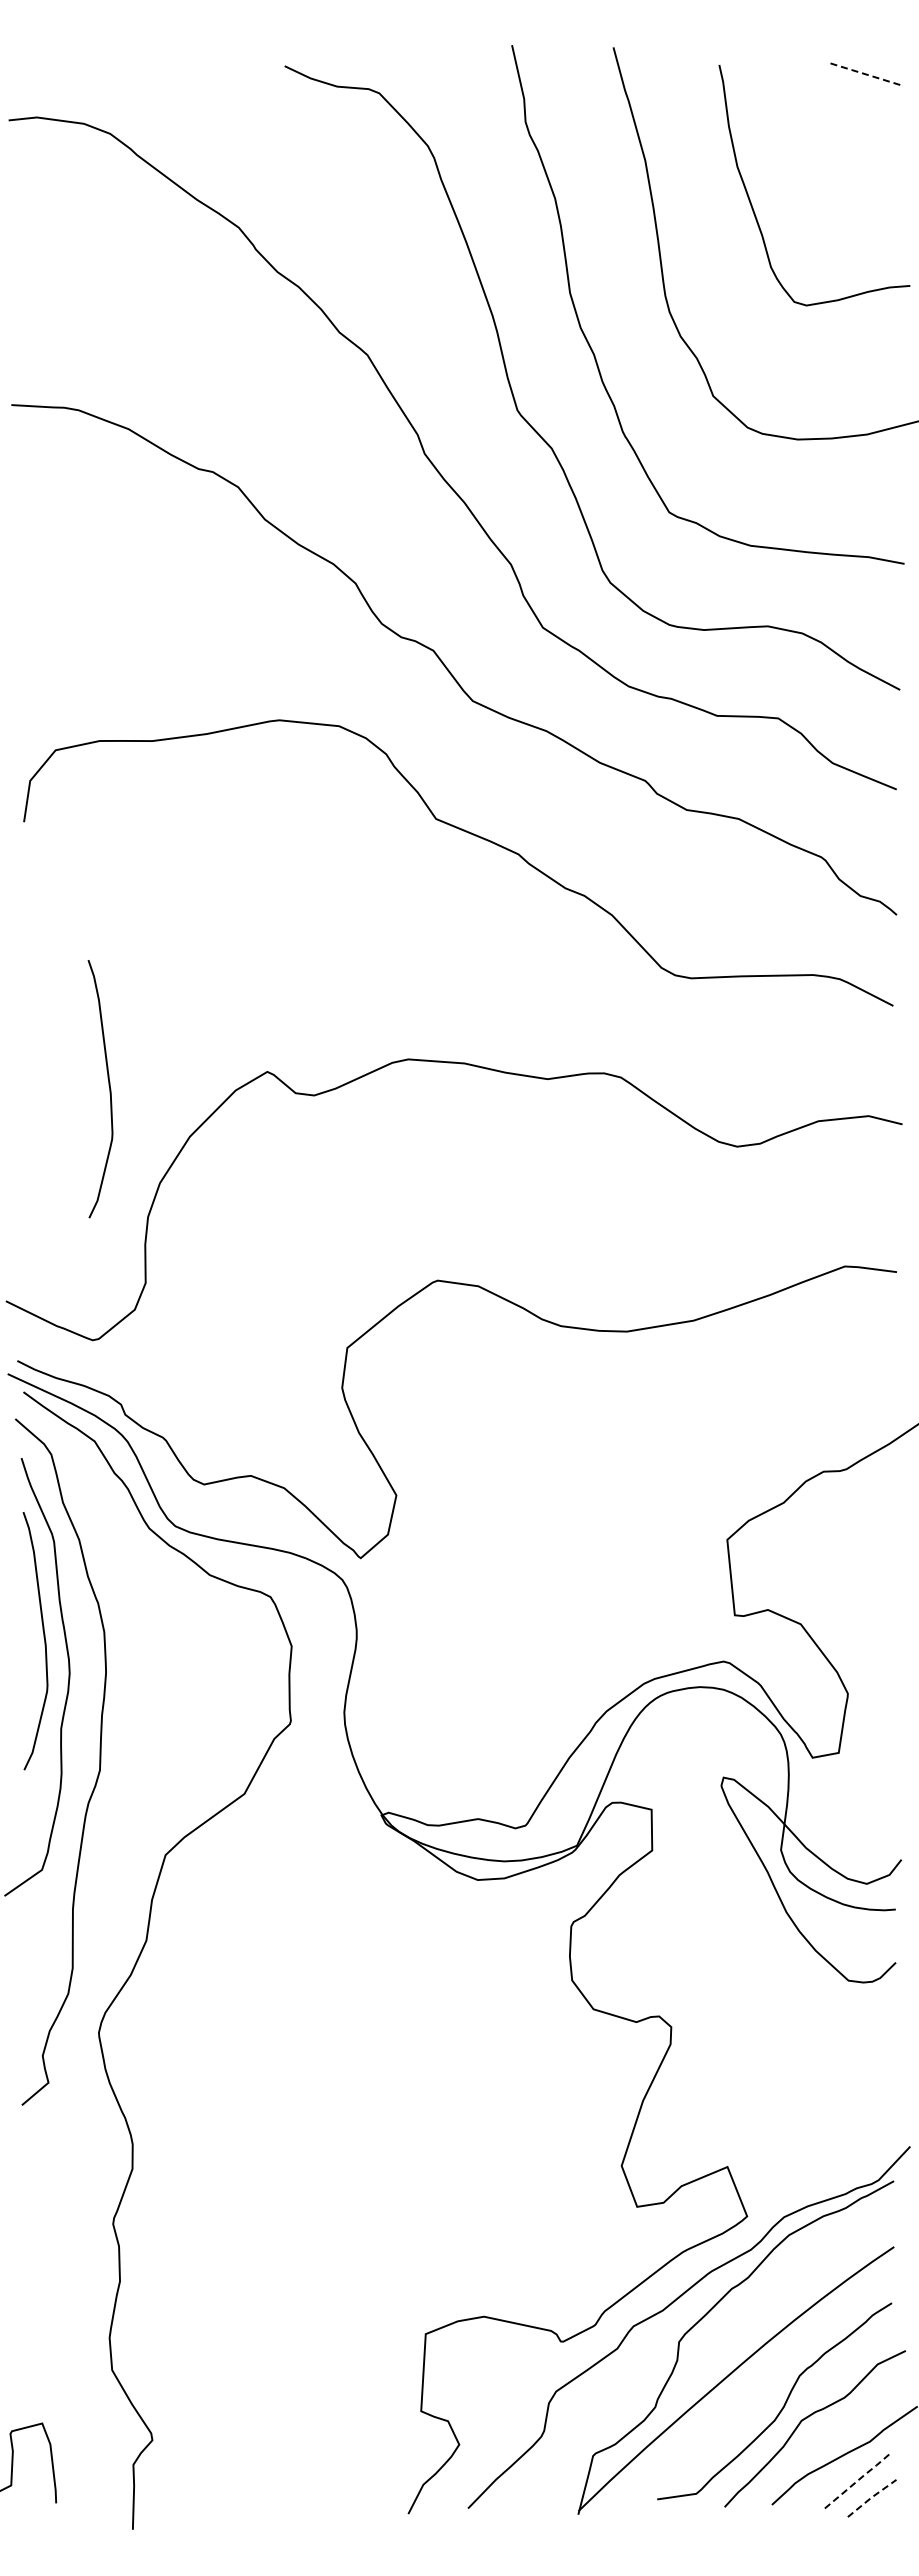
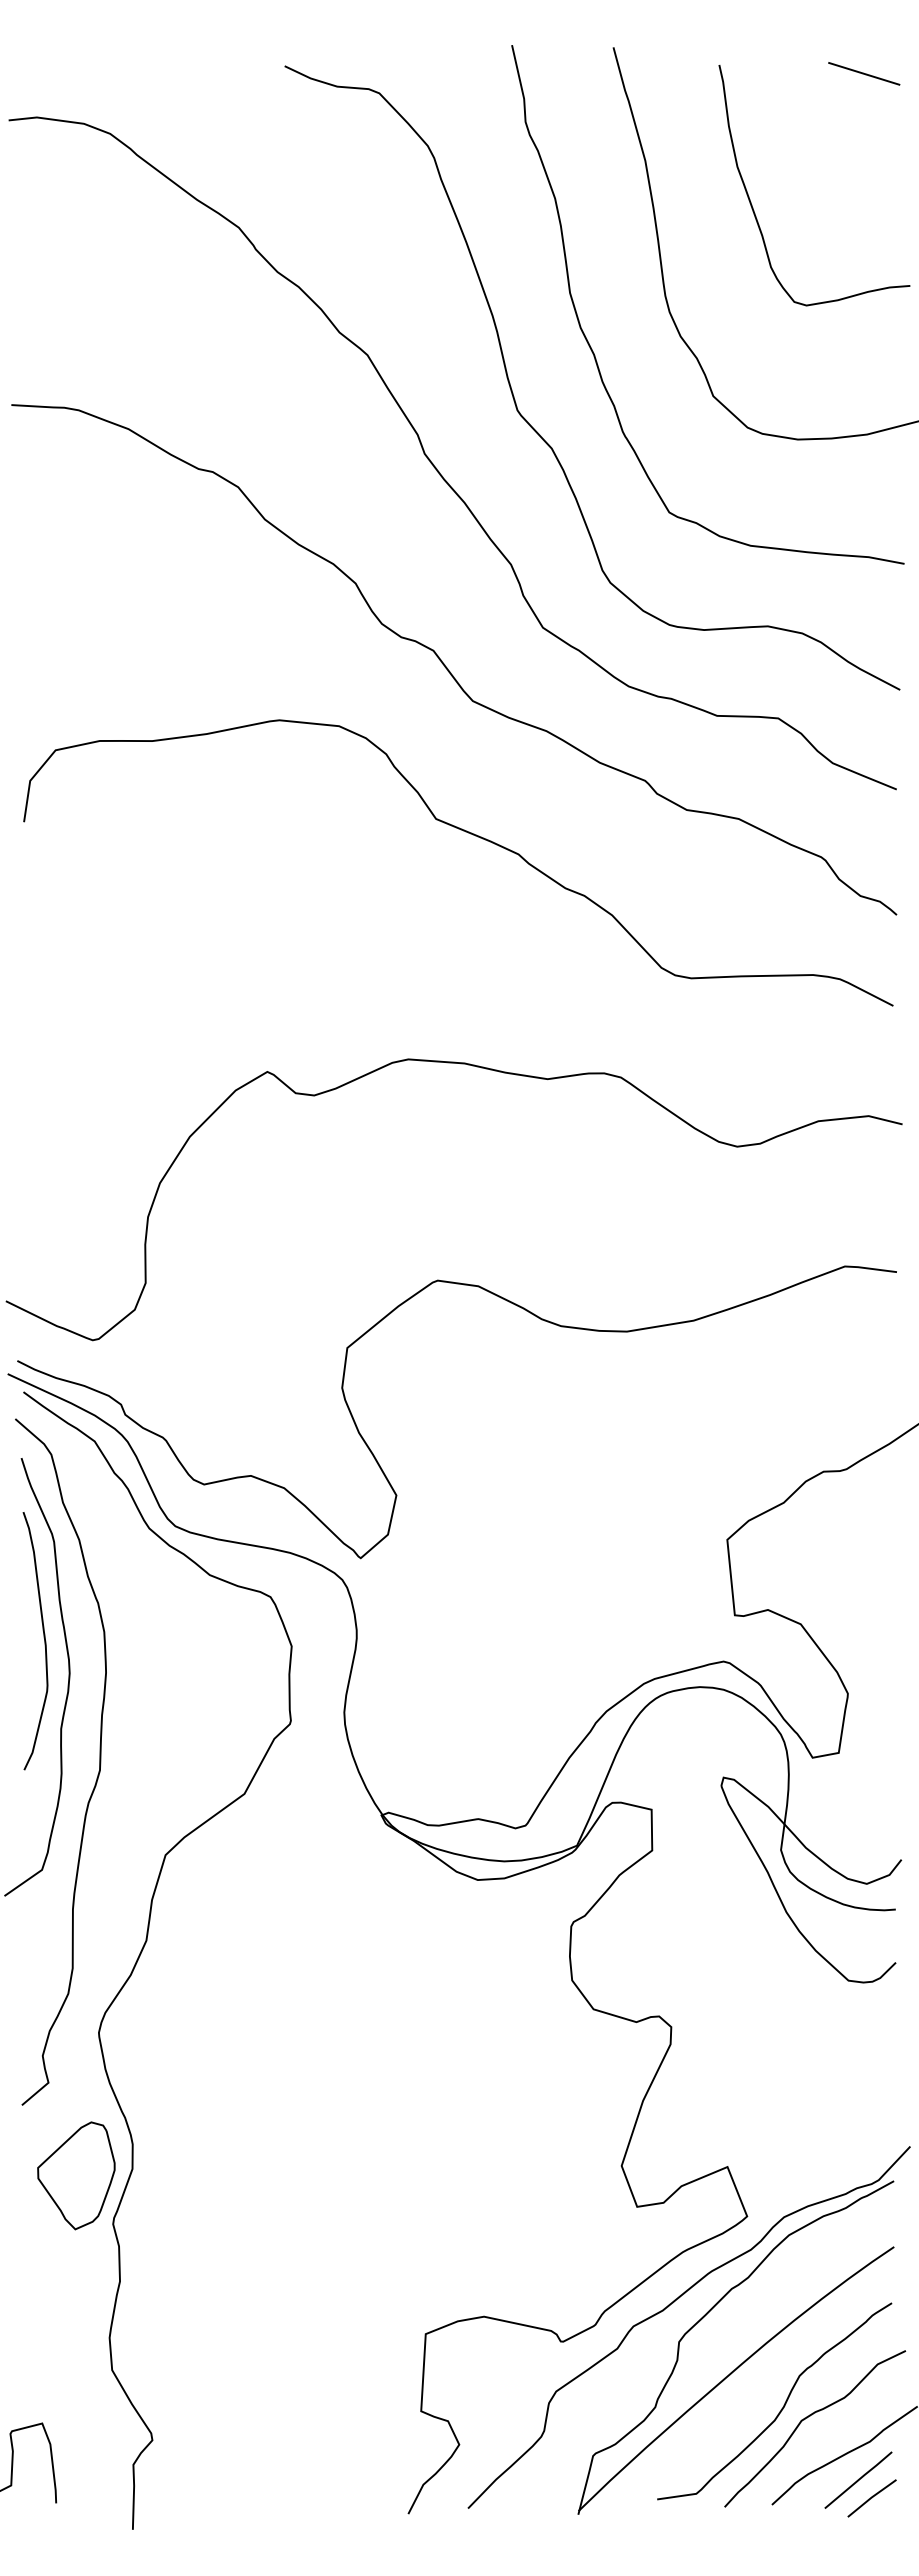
line at (864, 73): dashed -> solid
curve at (108, 1085): present -> none
part at (76, 2175): none -> present
line at (859, 2479): dashed -> solid
line at (871, 2497): dashed -> solid
